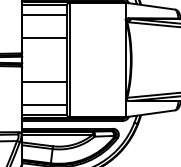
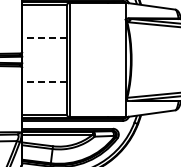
line at (44, 15): present -> none
line at (44, 37): solid -> dashed
line at (44, 82): solid -> dashed
line at (44, 104): present -> none
